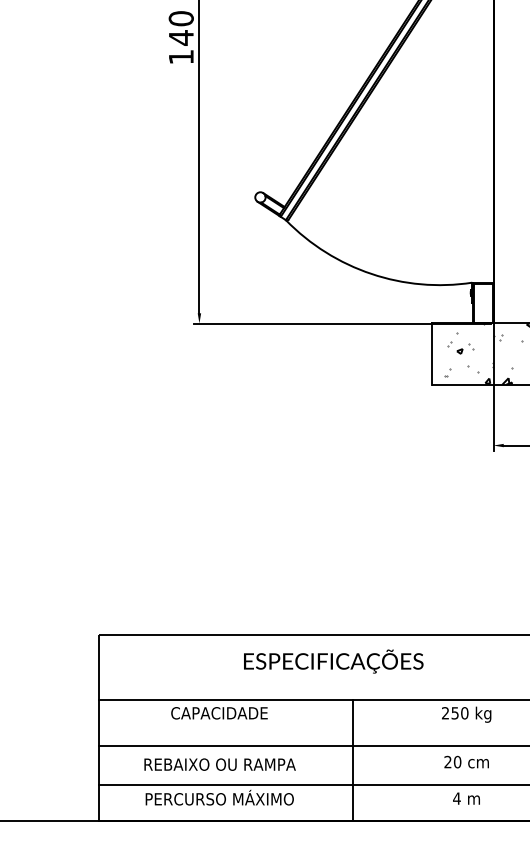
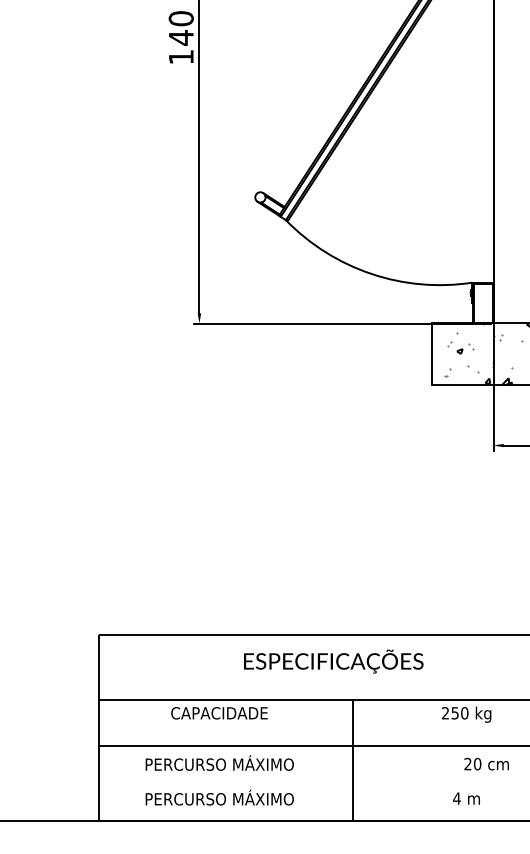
text at (466, 761) position: (466, 761) -> (486, 763)
text at (219, 762): REBAIXO OU RAMPA -> PERCURSO MÁXIMO
line at (312, 785): present -> none
